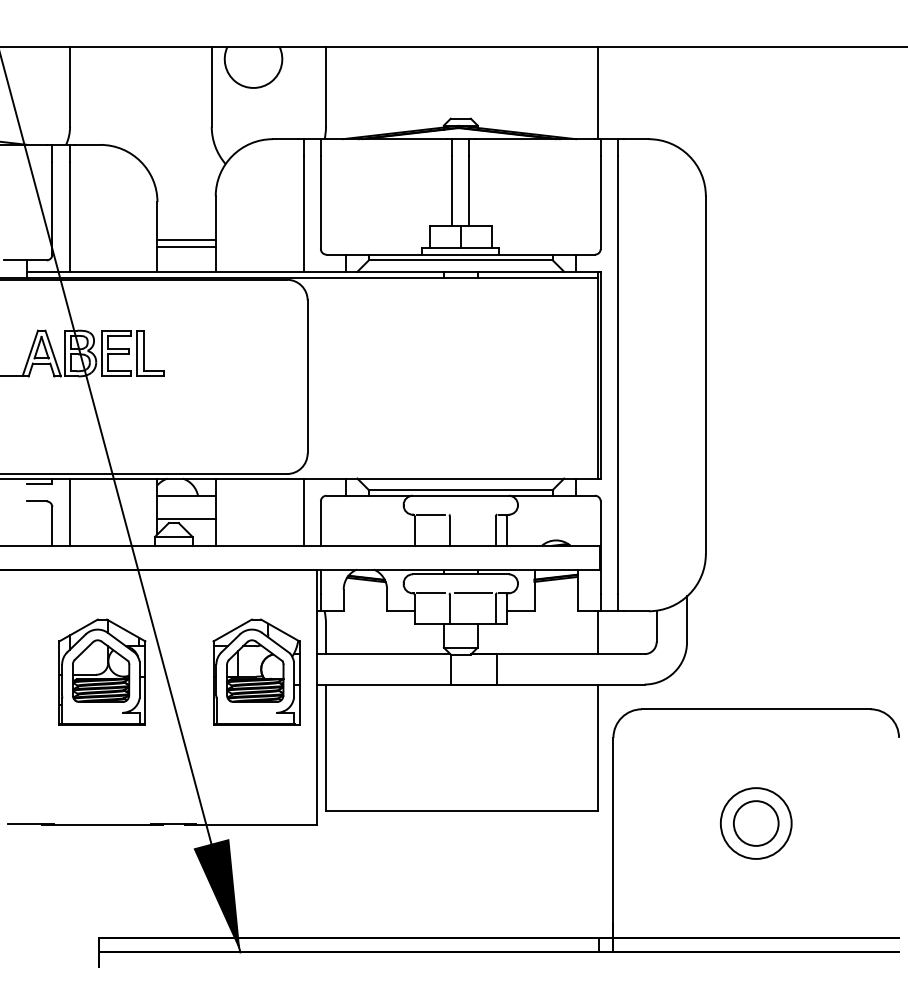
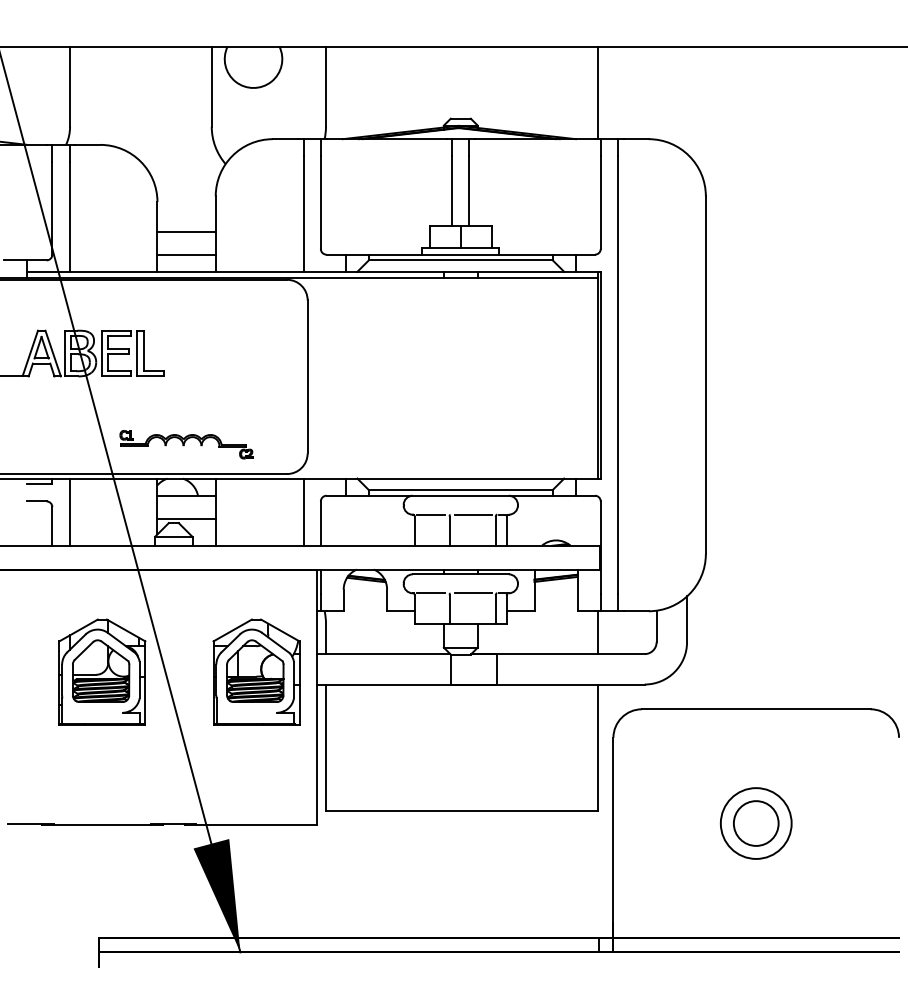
line at (186, 239) position: (186, 239) -> (186, 231)
line at (186, 246) position: (186, 246) -> (186, 254)
part at (186, 444): none -> present
line at (473, 514): none -> present
